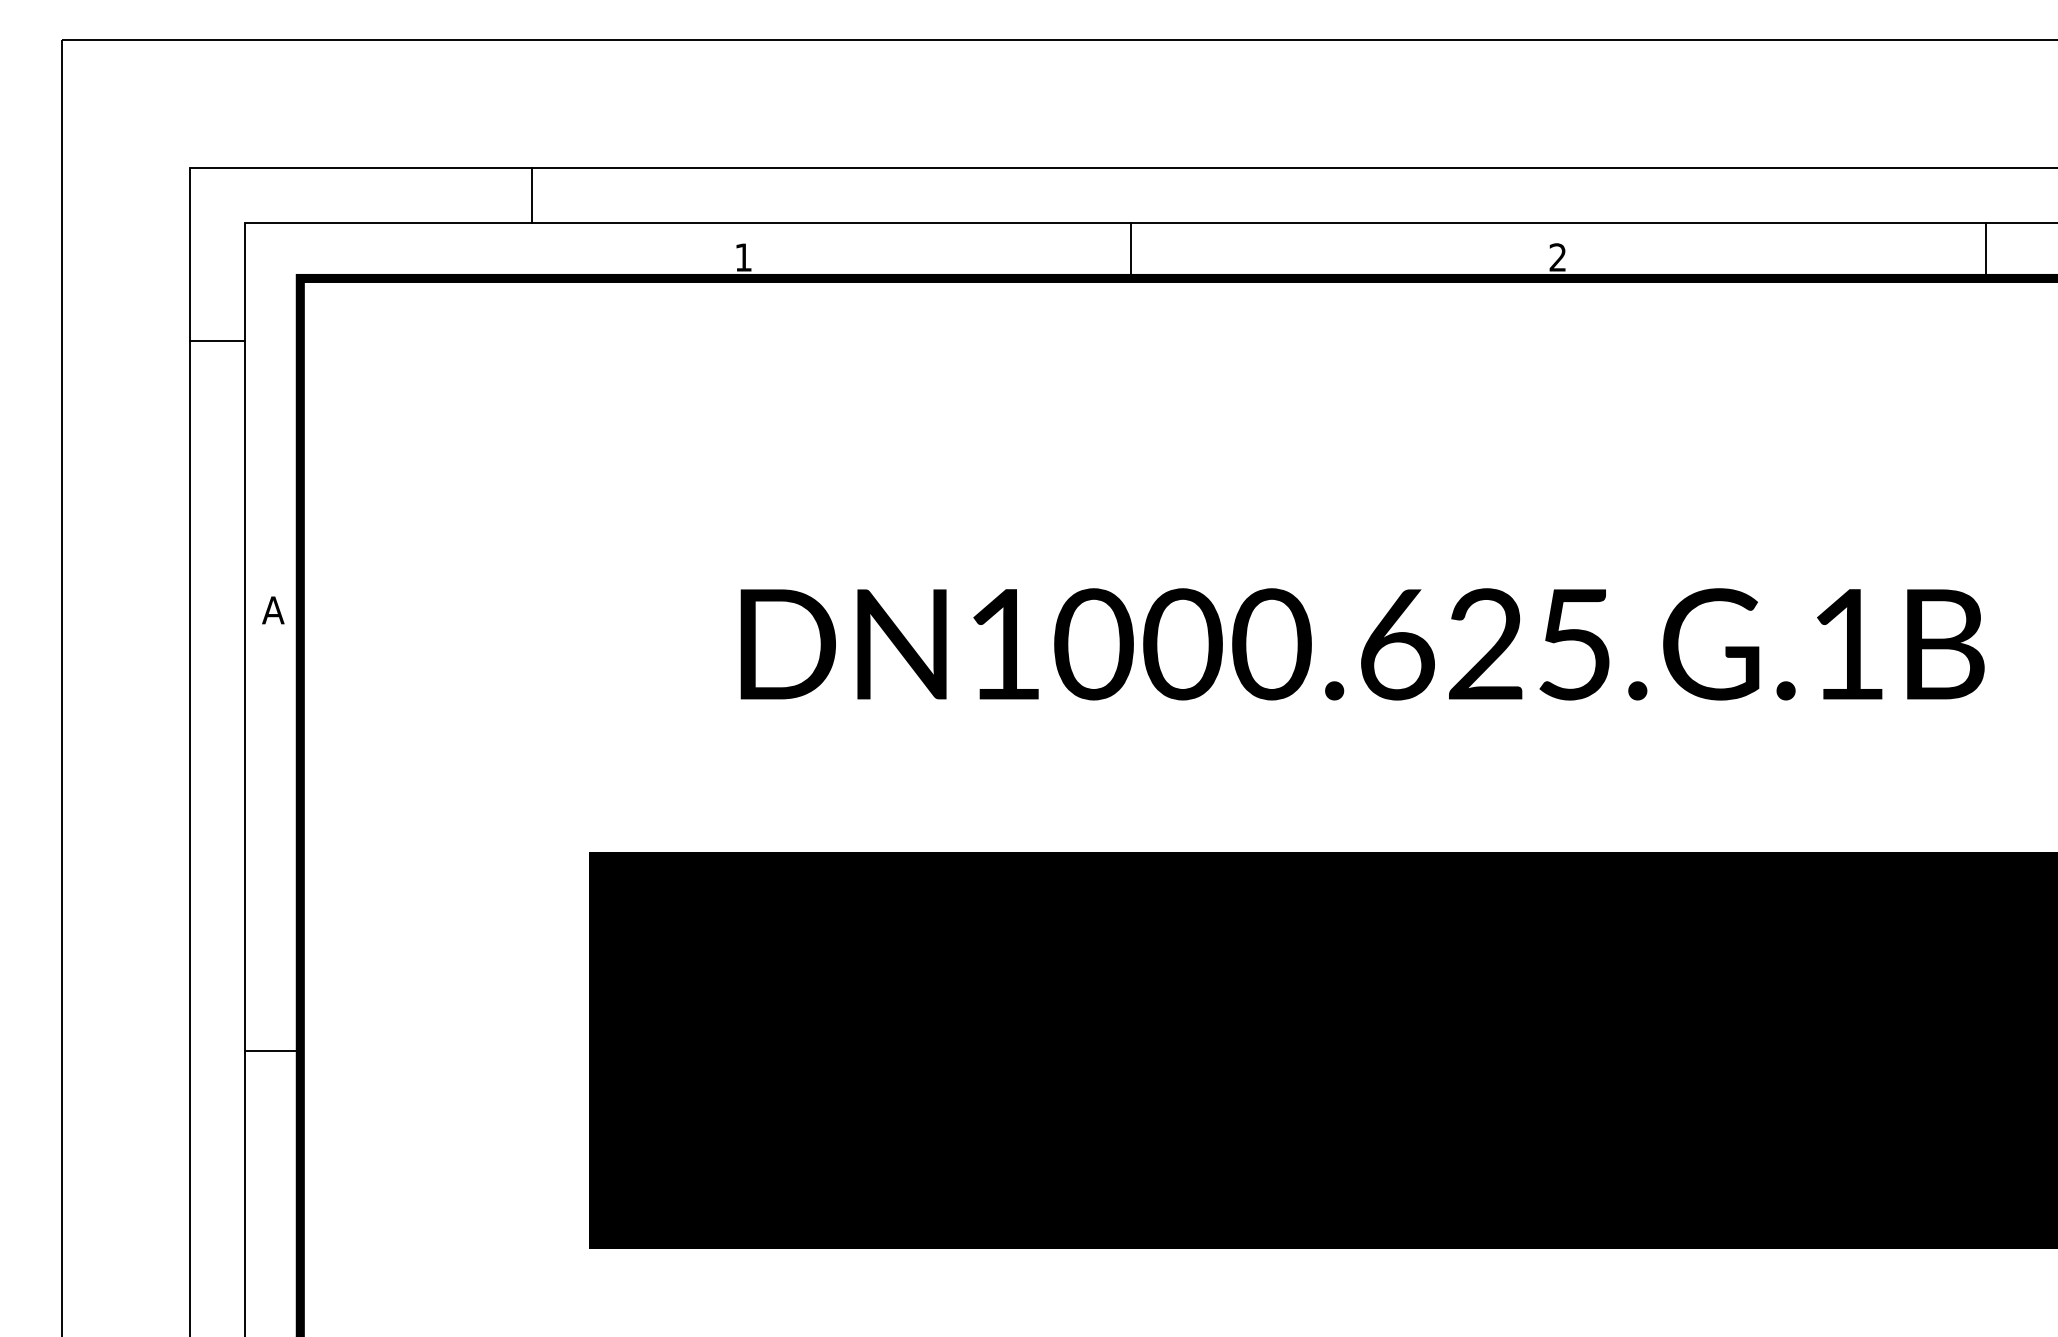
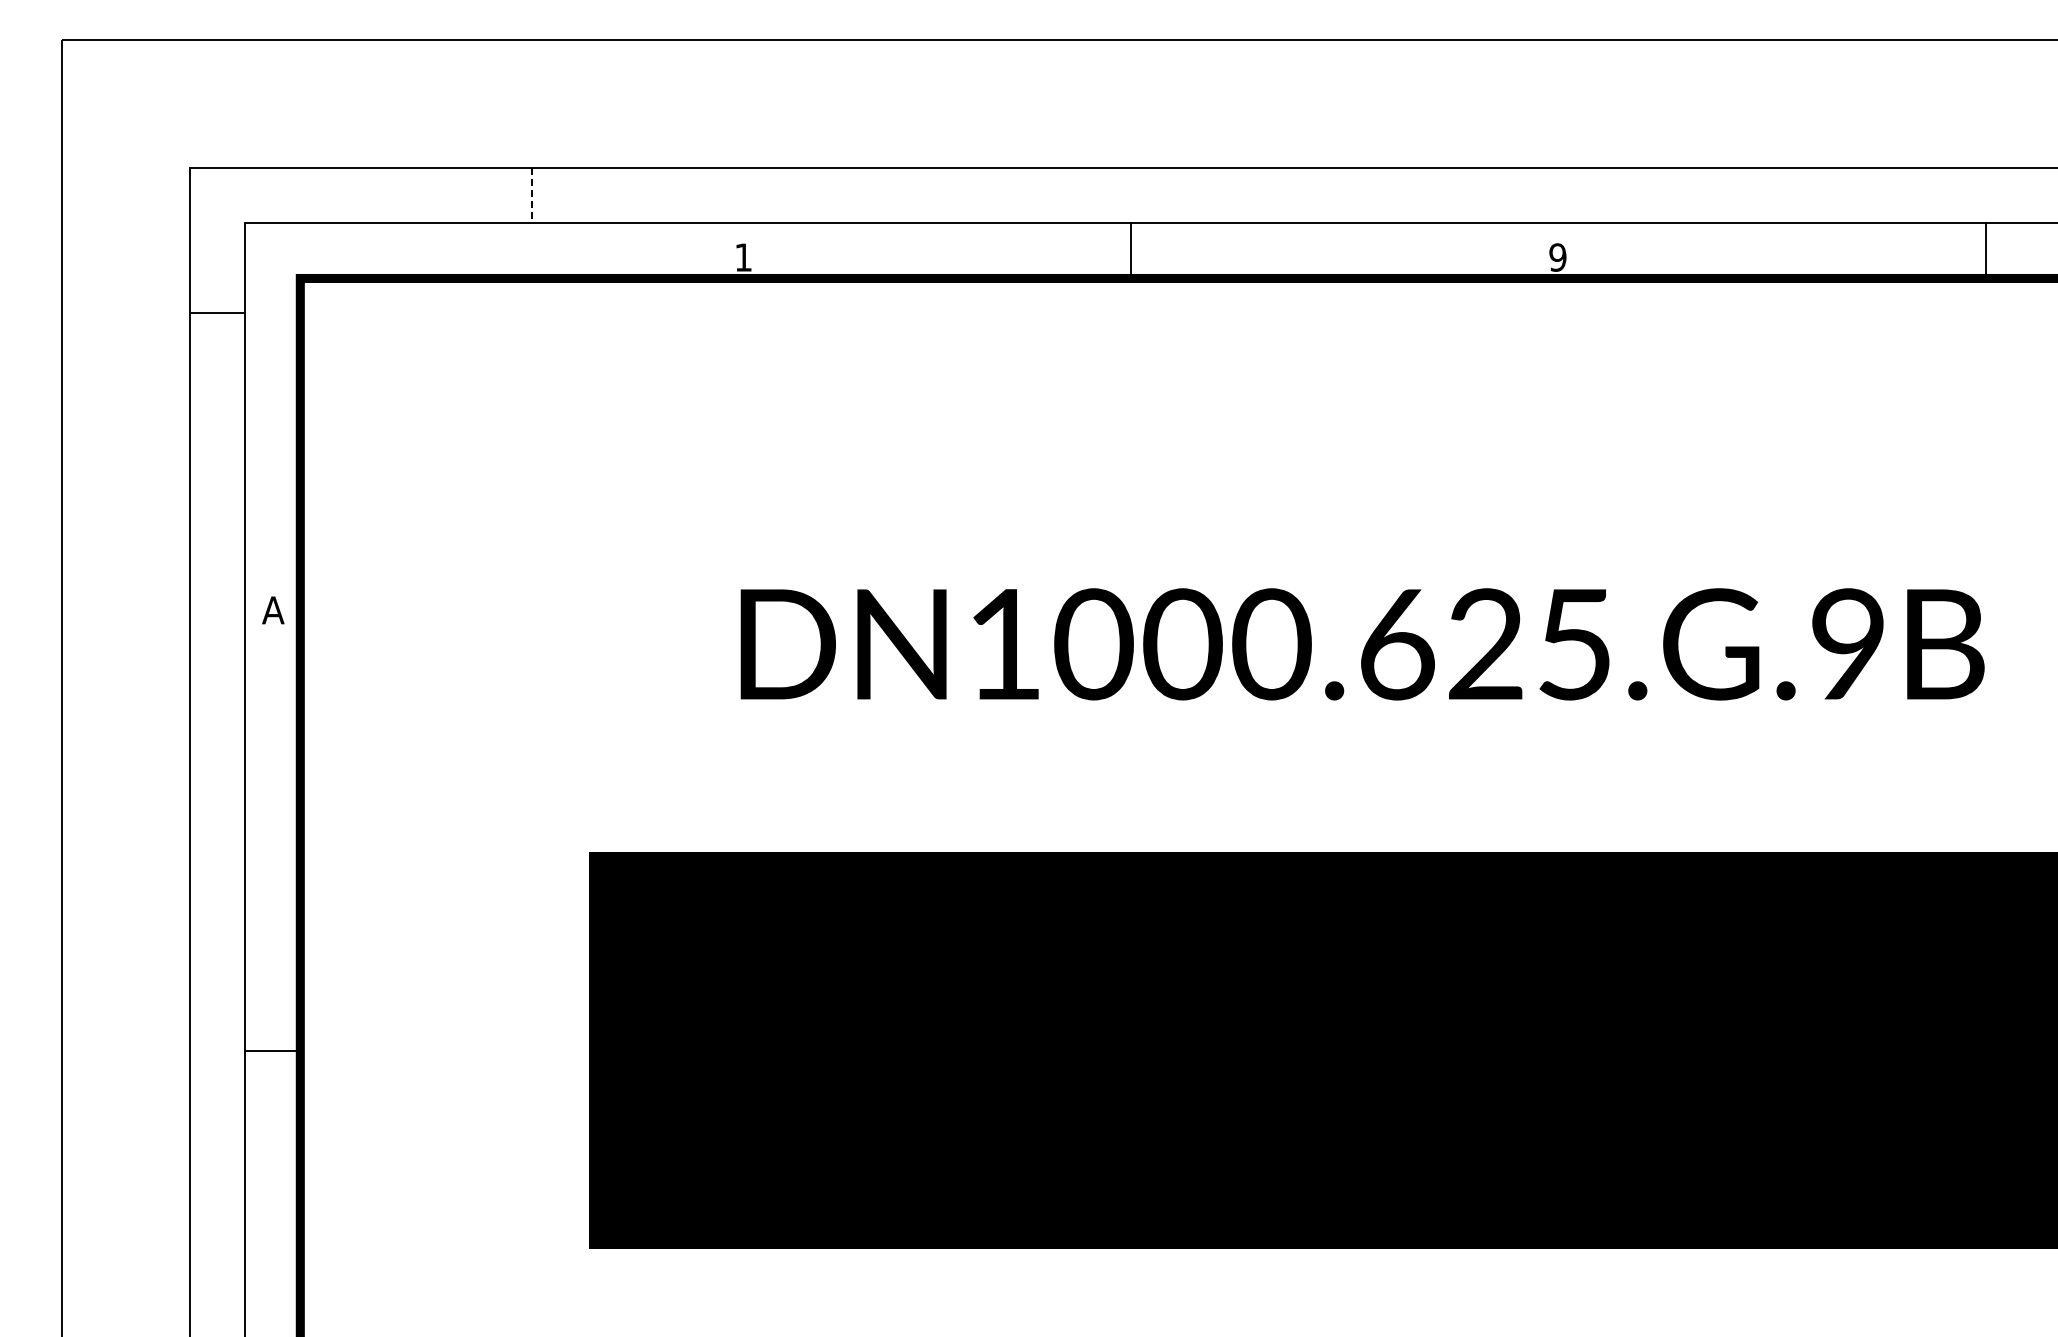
line at (532, 195): solid -> dashed
text at (1557, 257): 2 -> 9
line at (217, 341) position: (217, 341) -> (217, 313)
text at (1847, 643): DN1000.625.G.1B -> DN1000.625.G.9B
